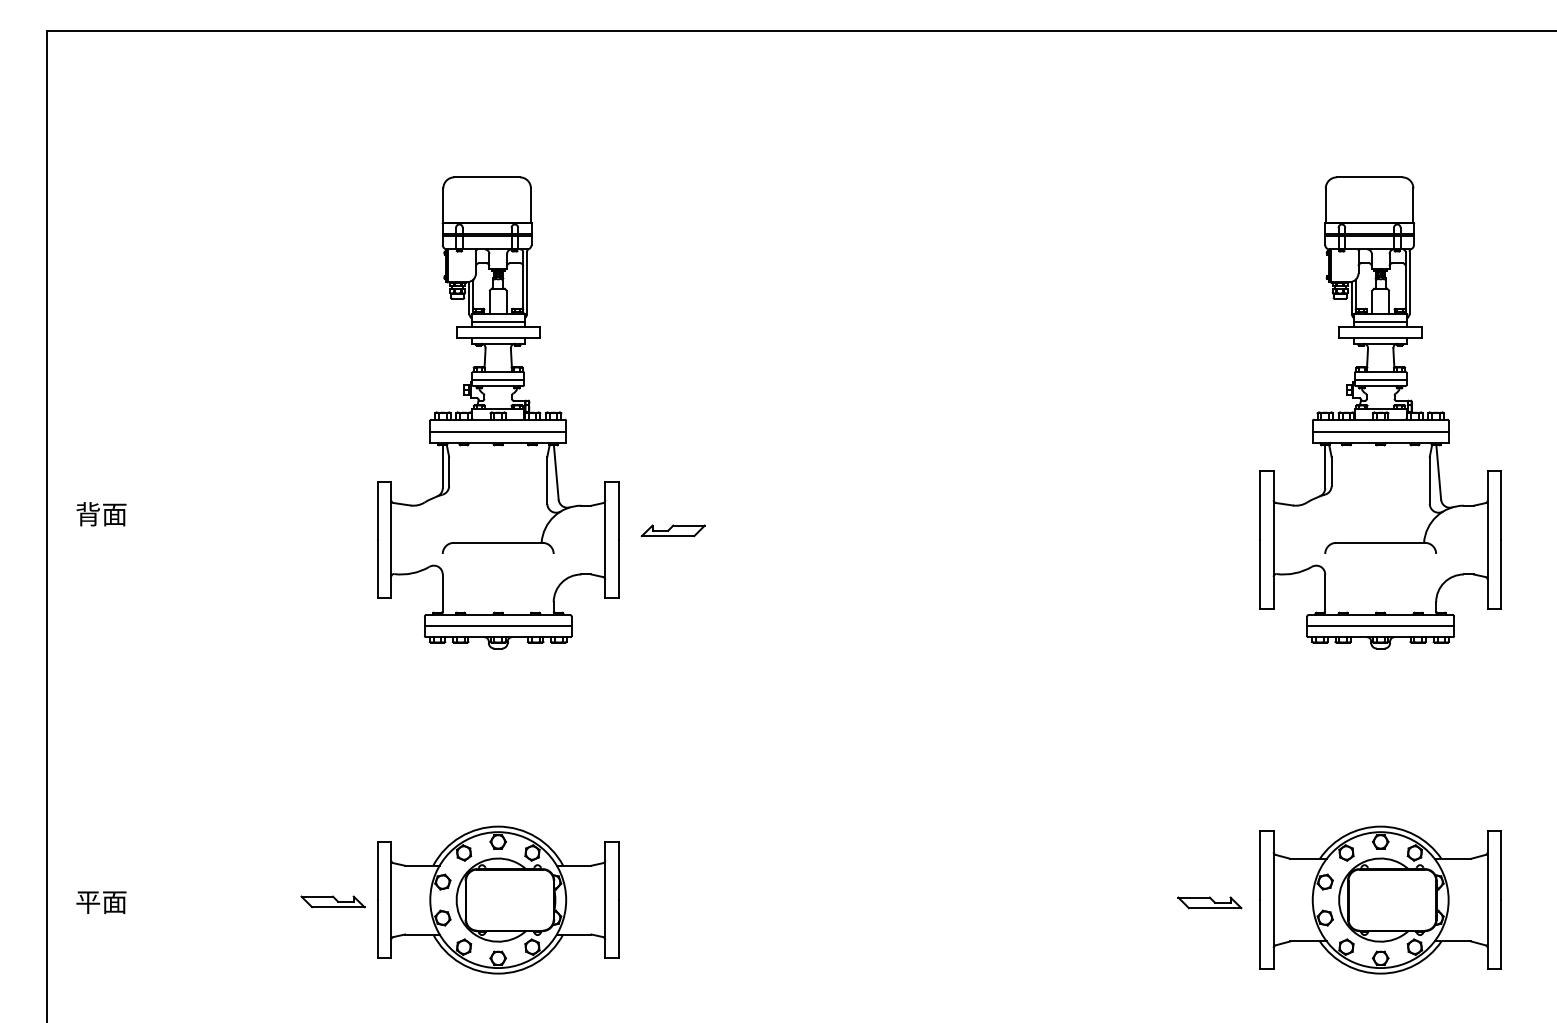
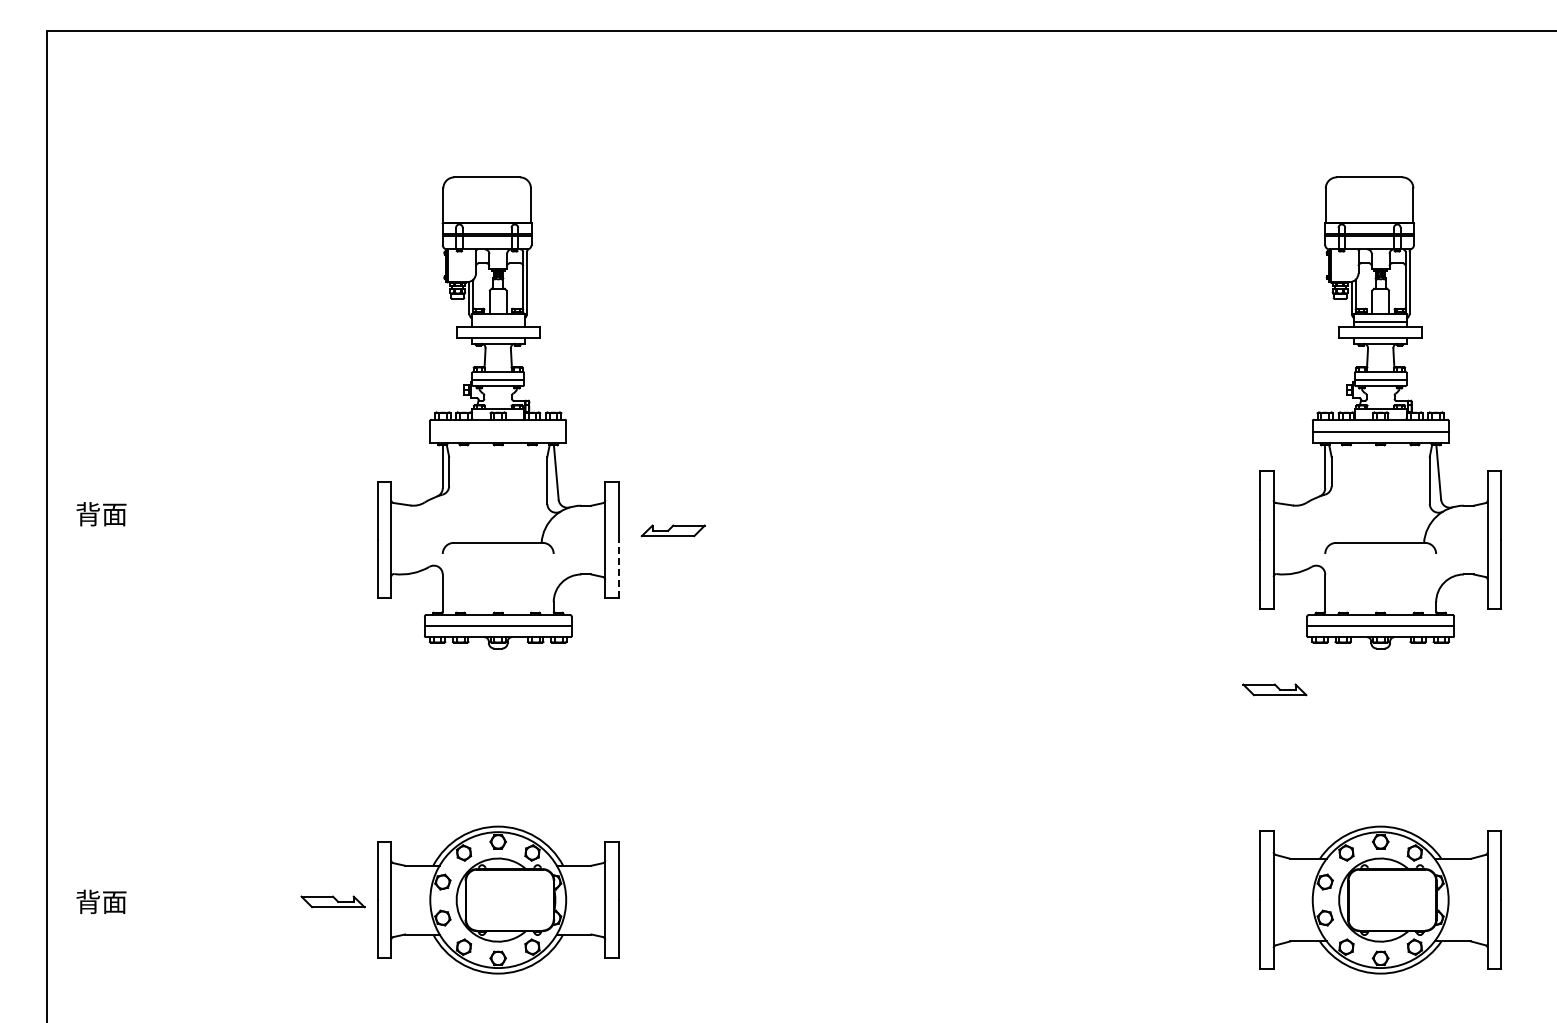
line at (497, 321): present -> none
line at (498, 431): present -> none
line at (618, 568): solid -> dashed
text at (88, 901): 平面 -> 背面
part at (1209, 902) position: (1209, 902) -> (1274, 689)
